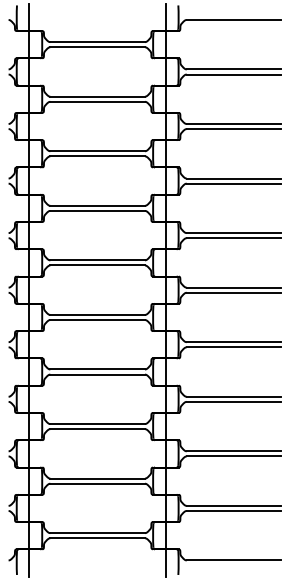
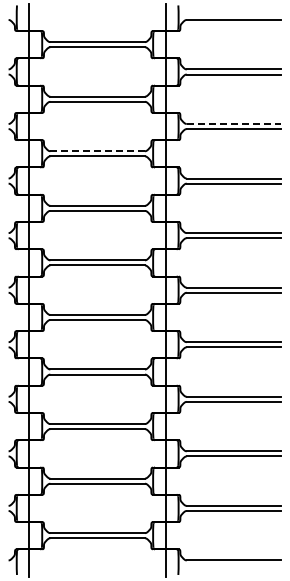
line at (234, 123): solid -> dashed
line at (98, 151): solid -> dashed
